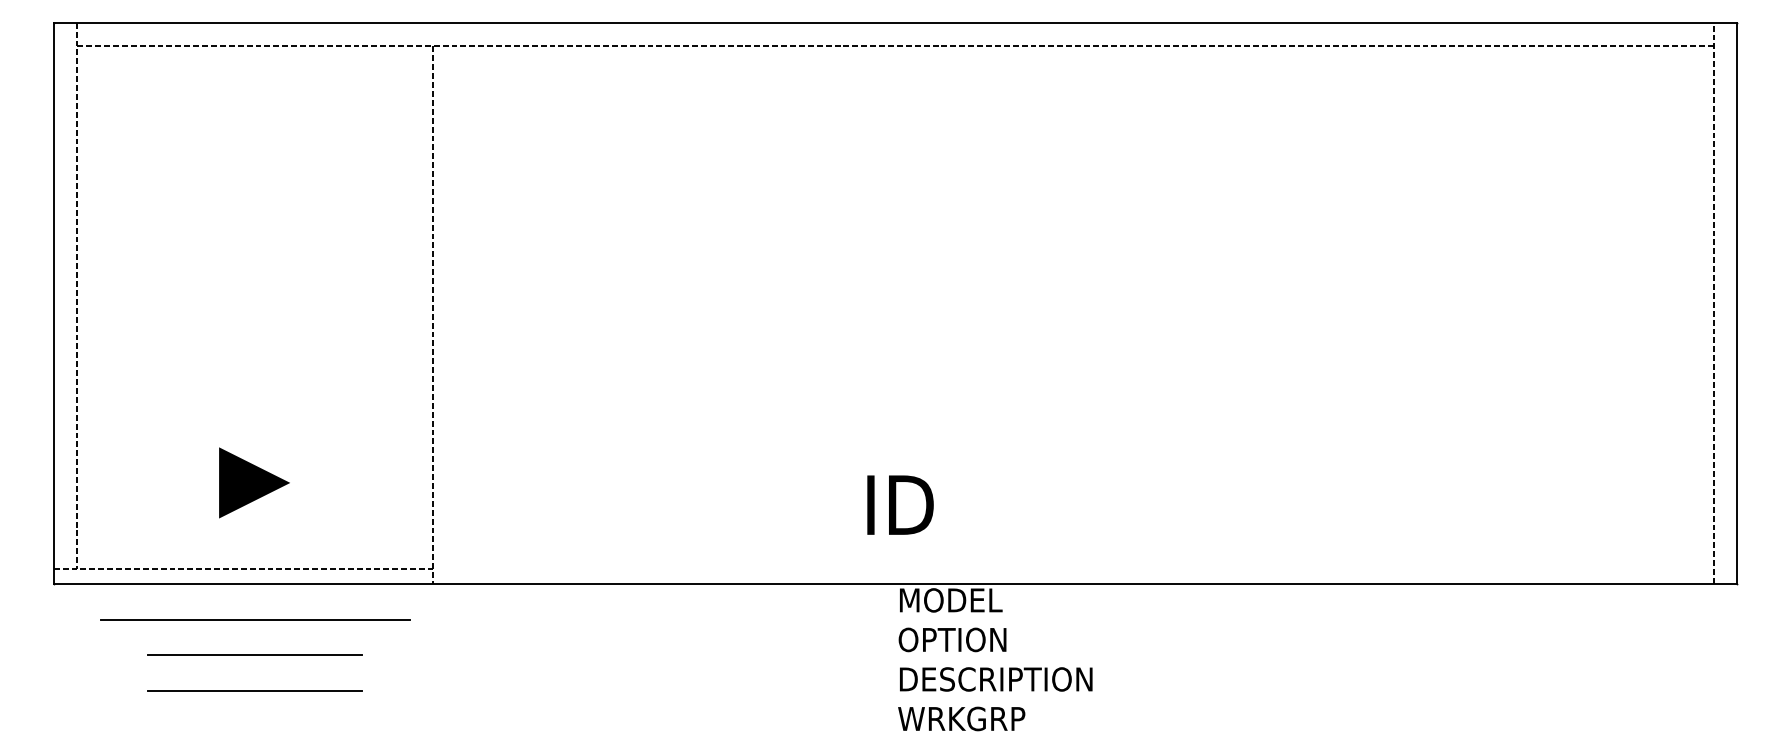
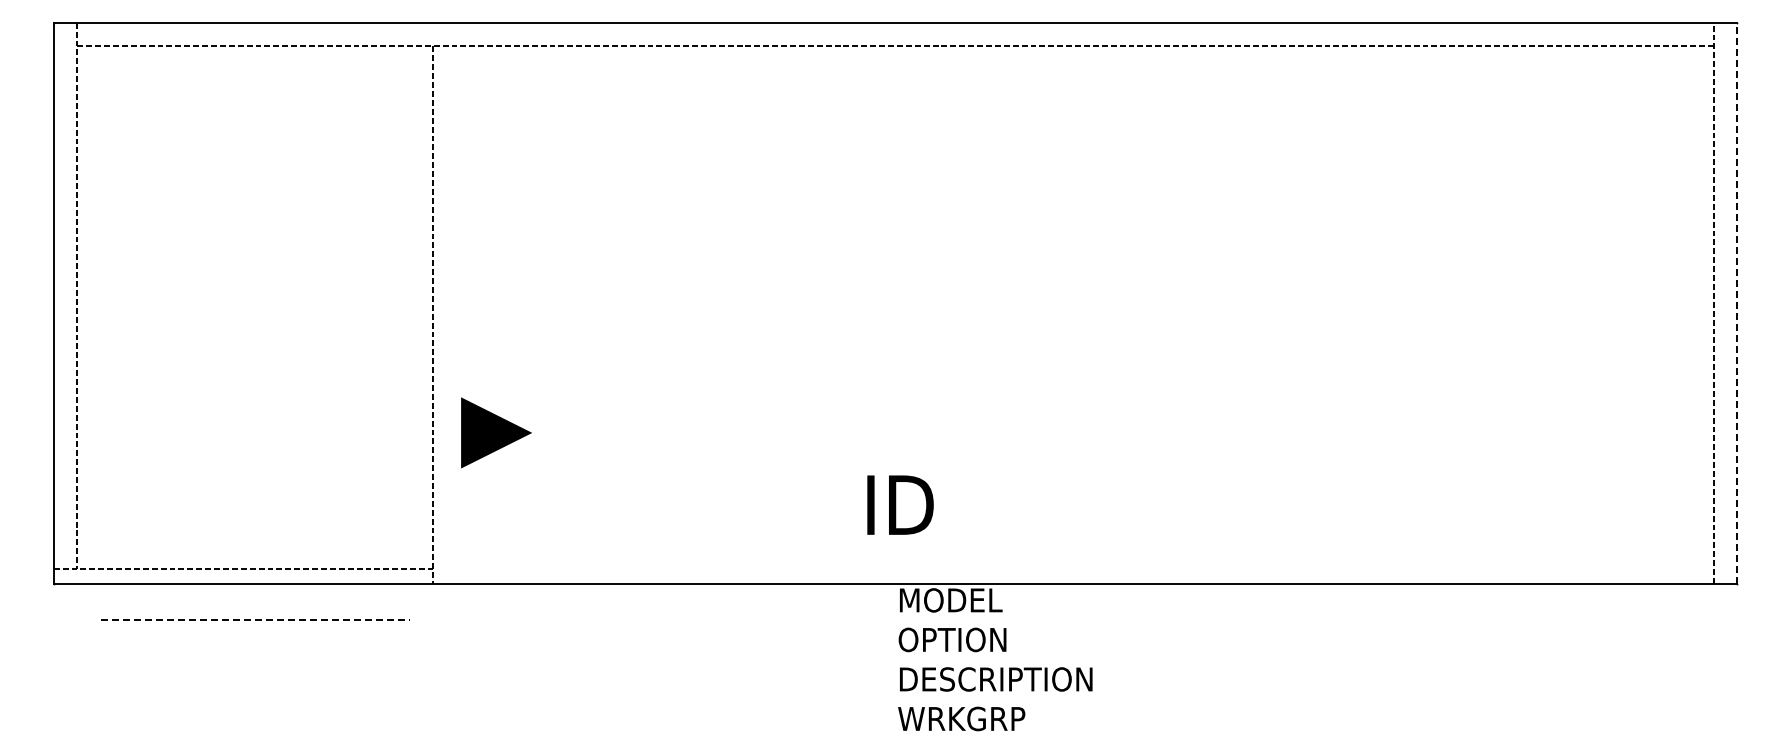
line at (1737, 303): solid -> dashed
line at (254, 482) position: (254, 482) -> (496, 432)
line at (255, 619): solid -> dashed
line at (255, 655): present -> none
line at (255, 690): present -> none
